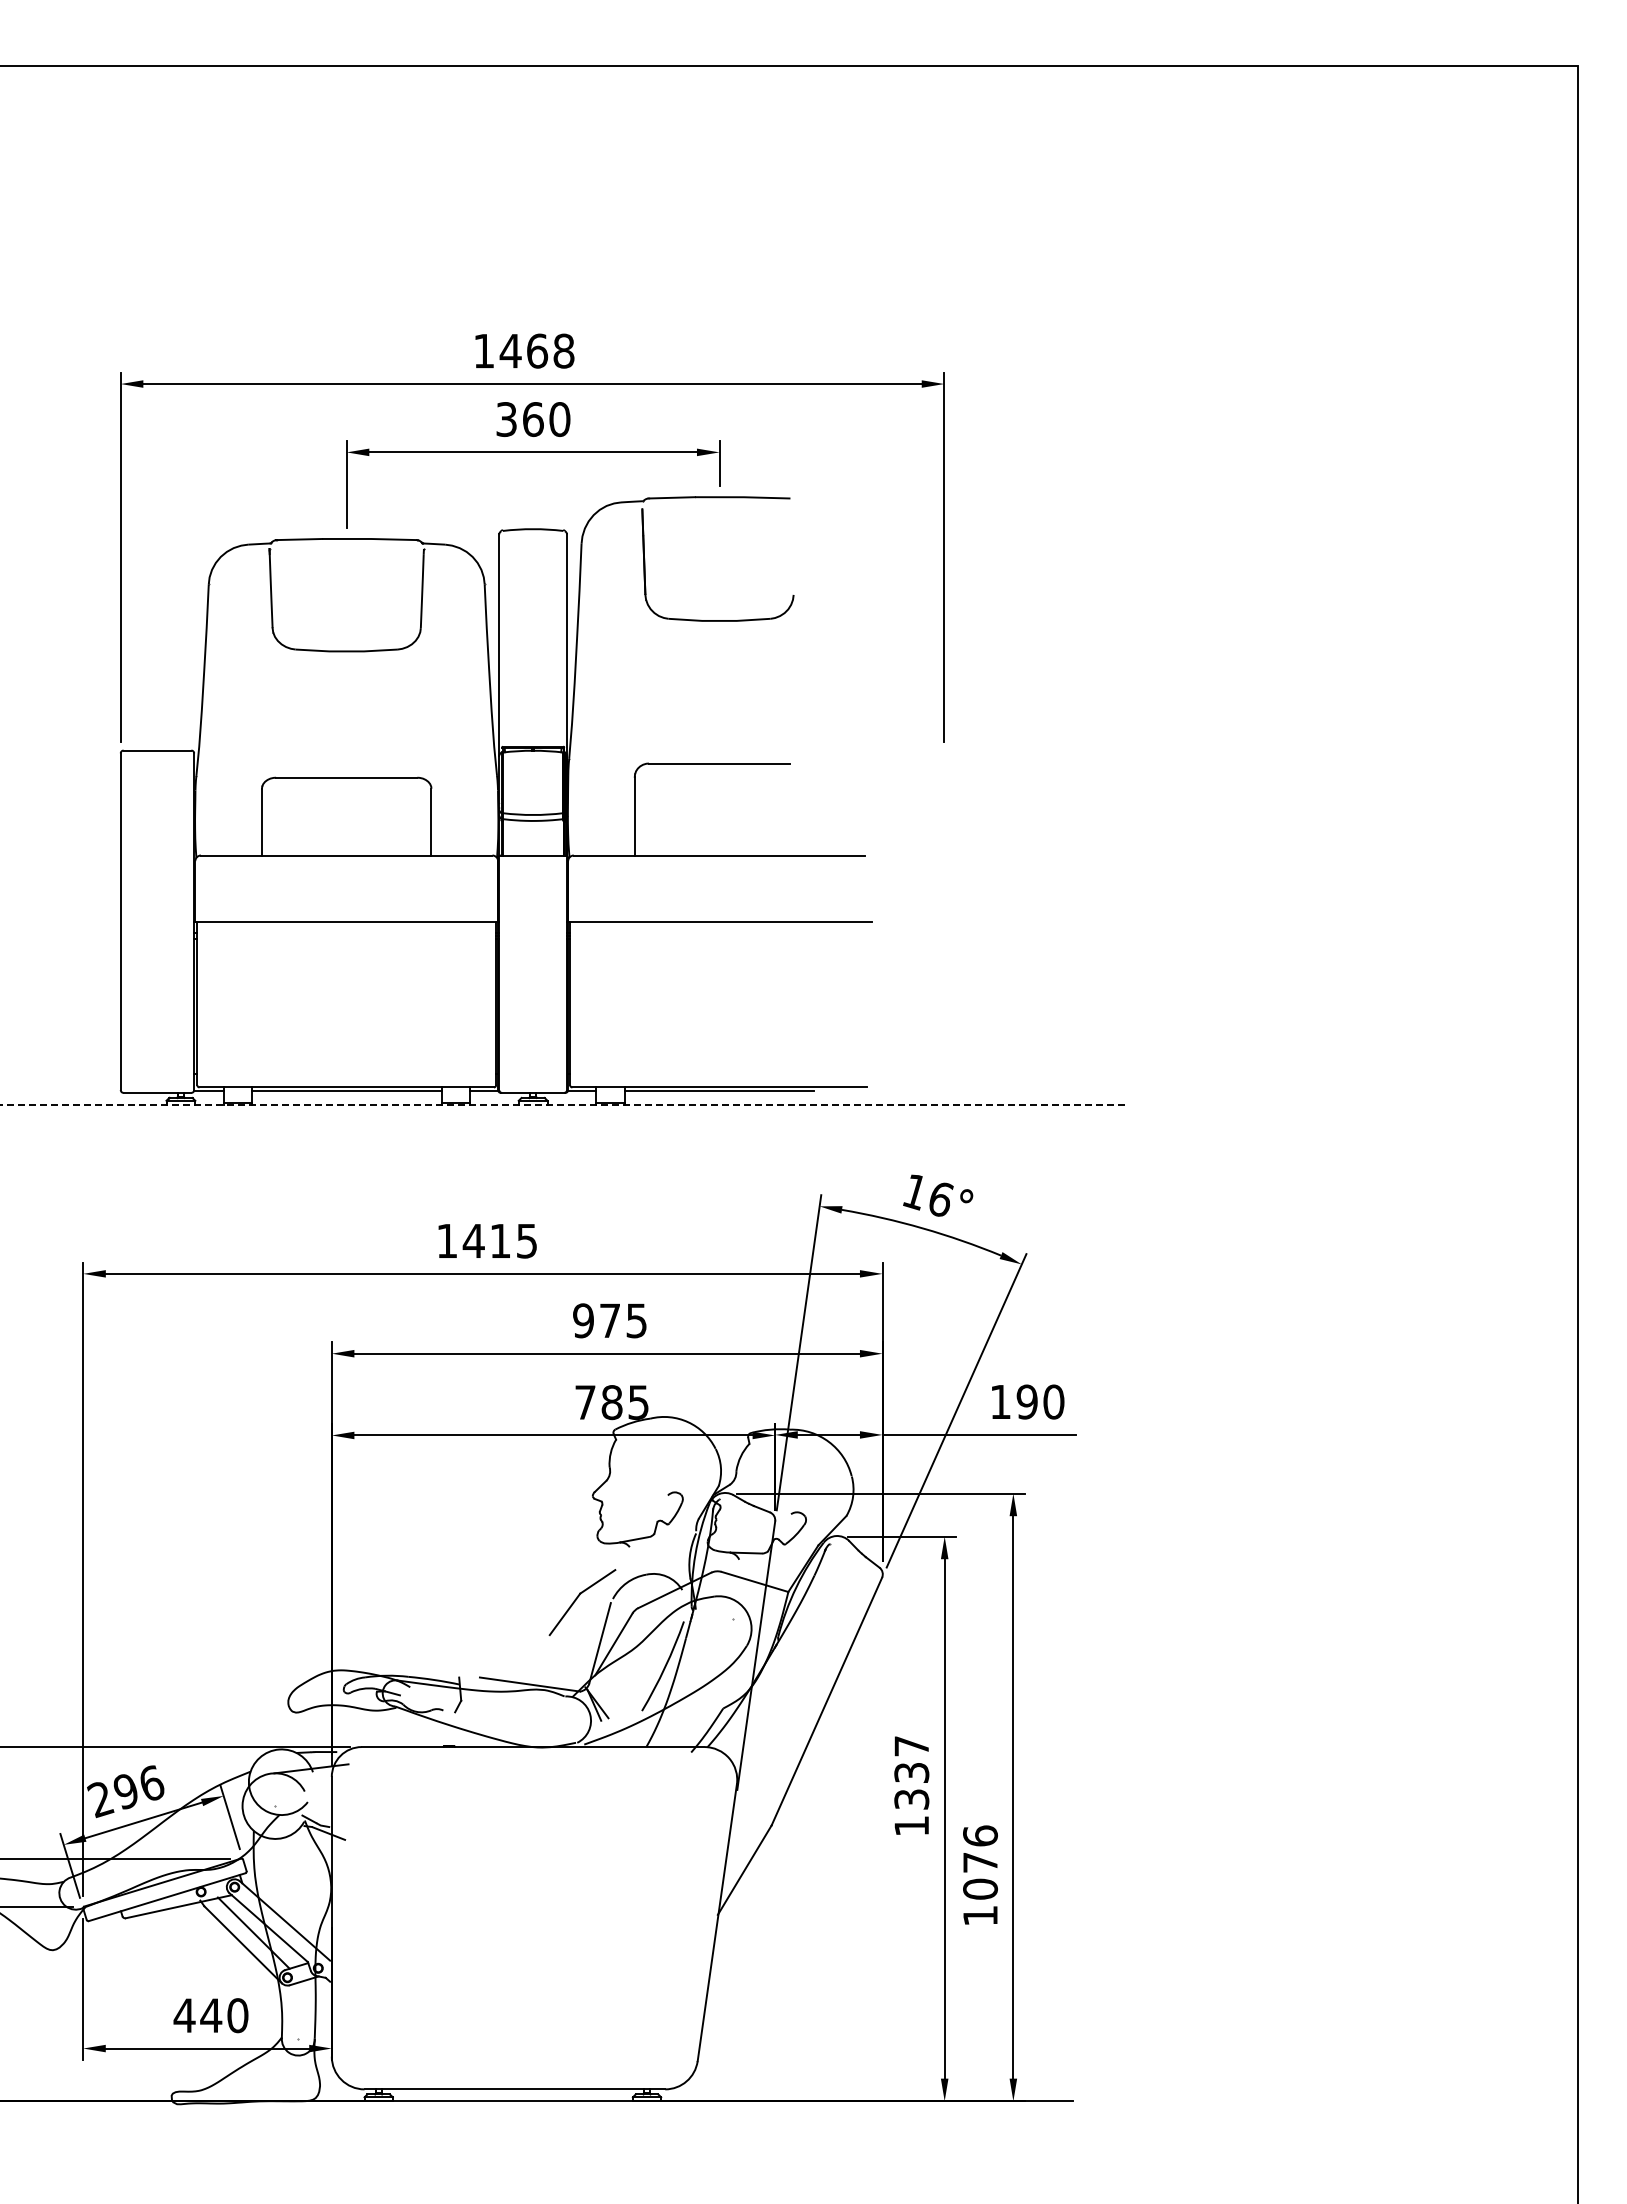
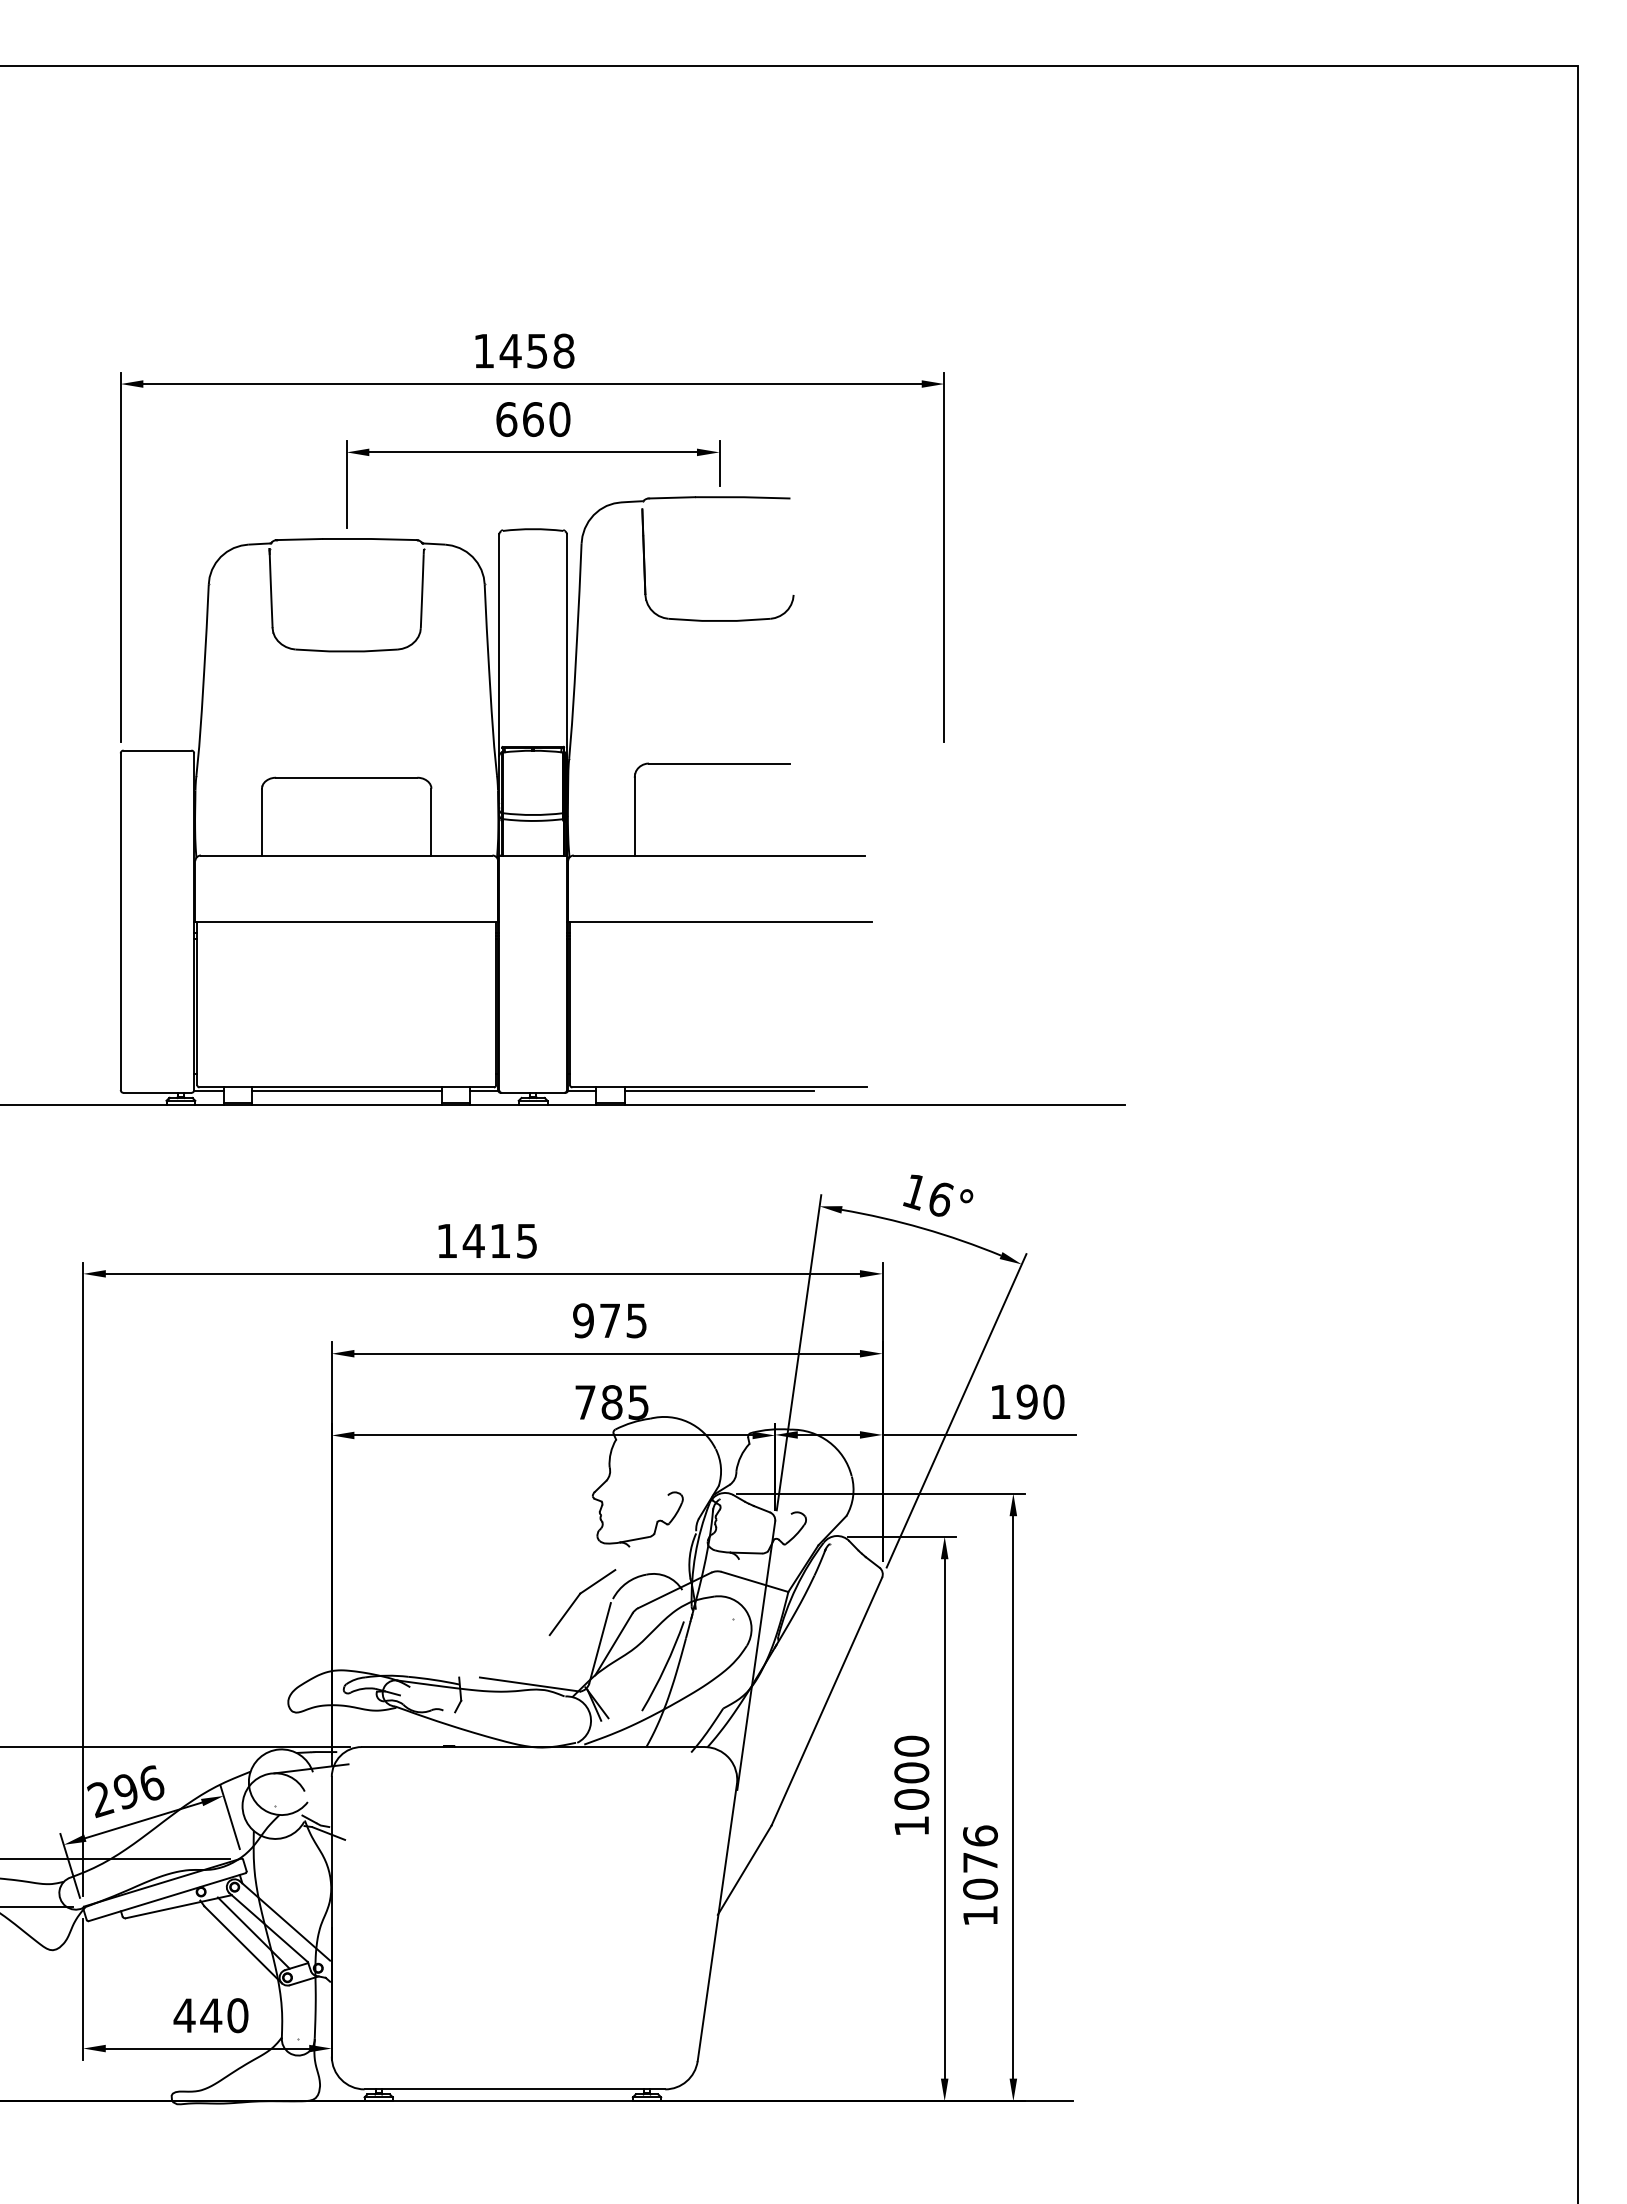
text at (537, 350): 1468 -> 1458
text at (506, 419): 360 -> 660
line at (562, 1104): dashed -> solid
text at (911, 1772): 1337 -> 1000
